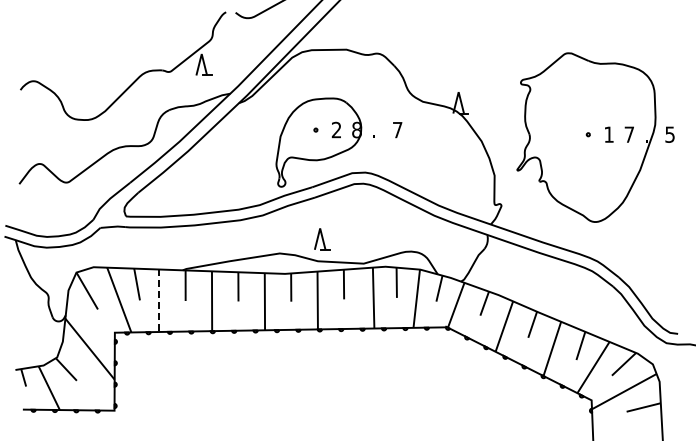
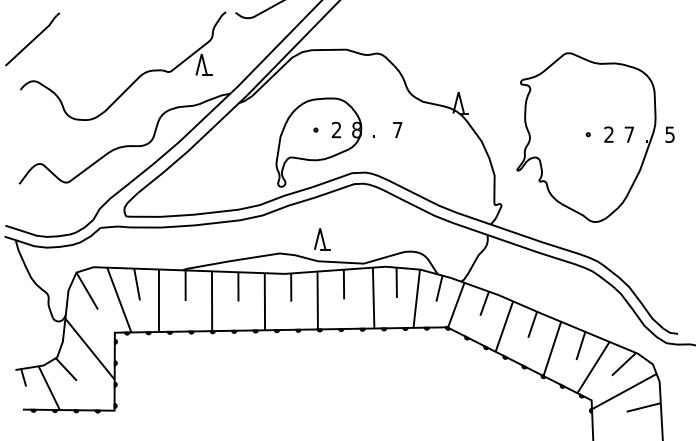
part at (32, 39): none -> present
text at (608, 134): 1 -> 2
line at (159, 301): dashed -> solid
